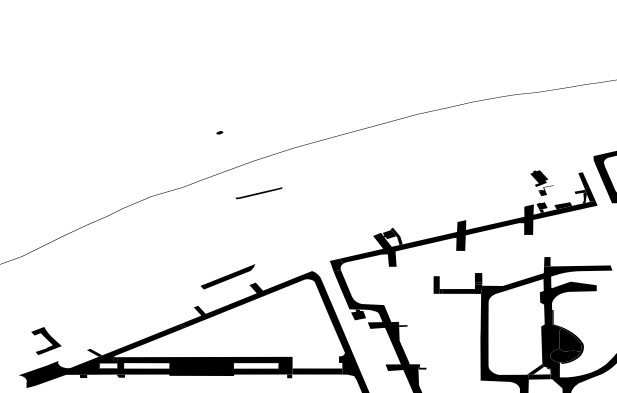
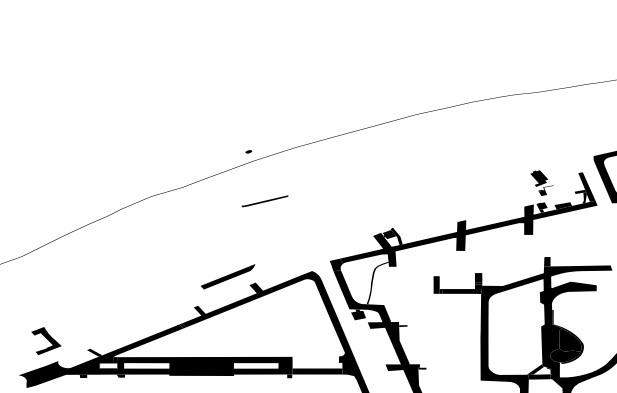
part at (219, 132) position: (219, 132) -> (248, 151)
line at (258, 193) position: (258, 193) -> (264, 201)
fill at (377, 282): none -> present
